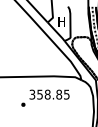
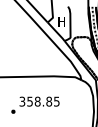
text at (45, 97) position: (45, 97) -> (35, 104)
